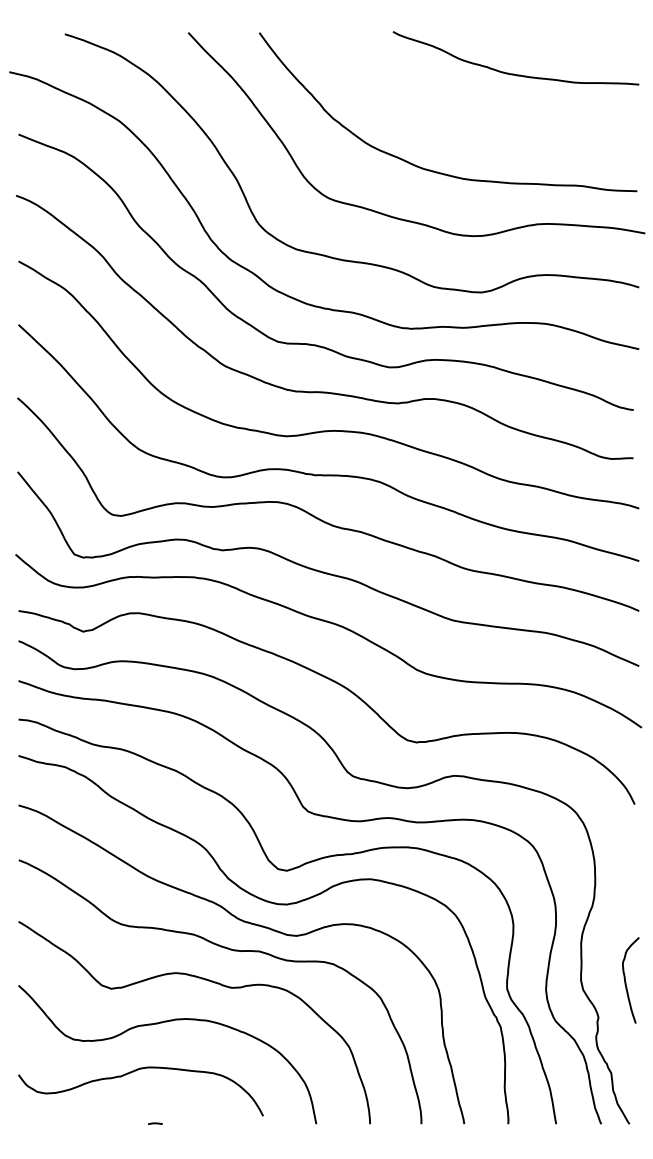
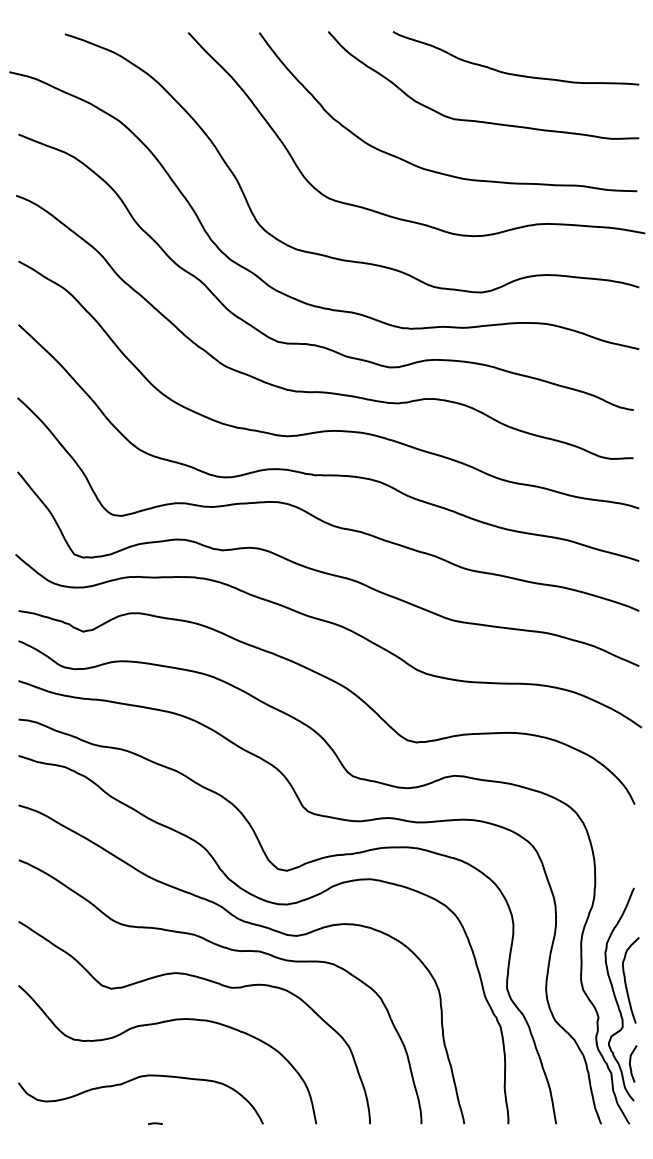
curve at (479, 120): none -> present
part at (620, 994): none -> present
curve at (131, 1073) position: (131, 1073) -> (131, 1081)
